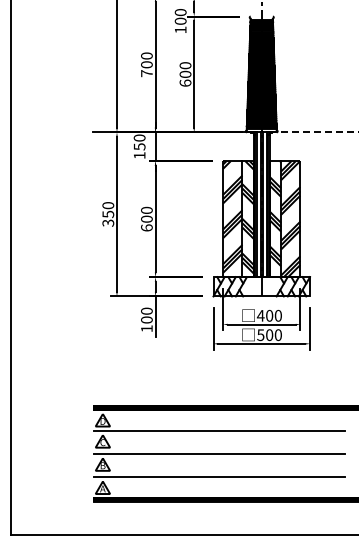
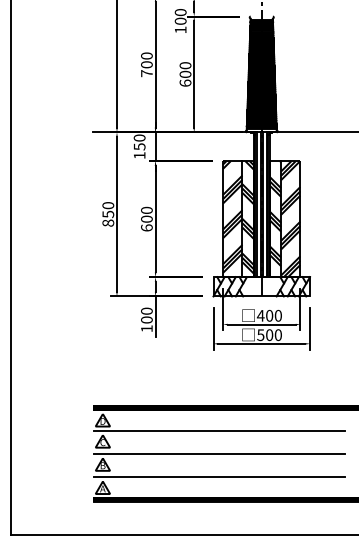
line at (314, 132): dashed -> solid
text at (108, 222): 350 -> 850
